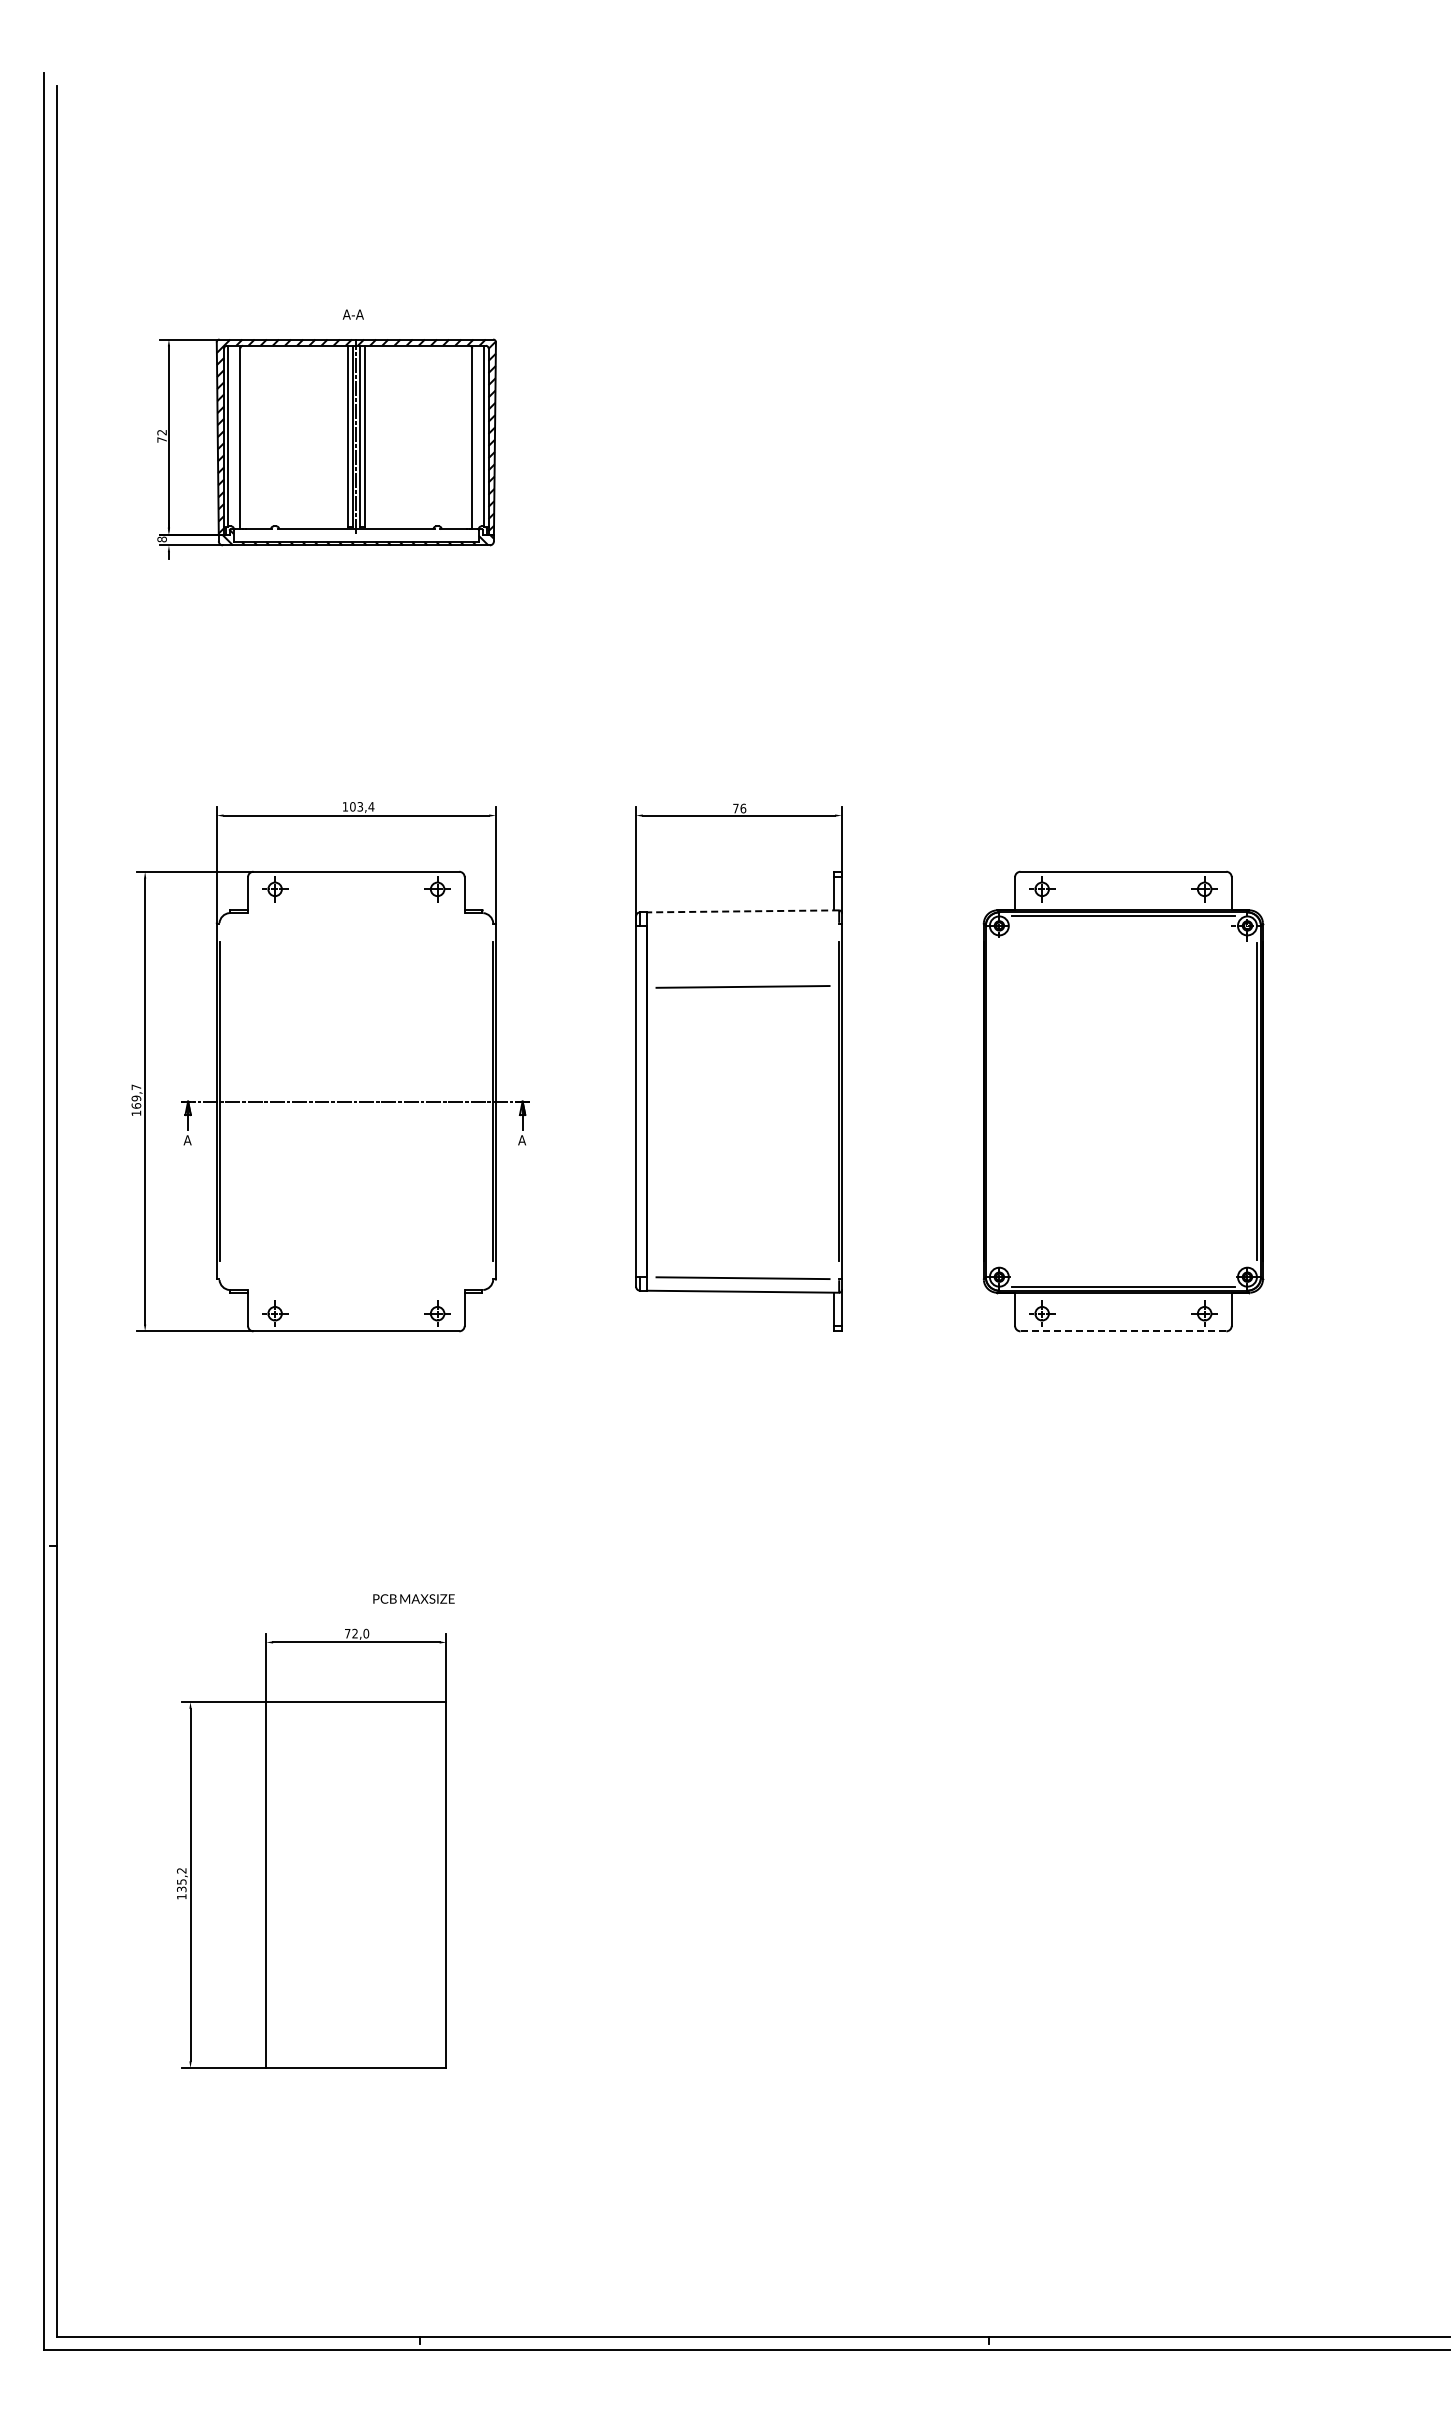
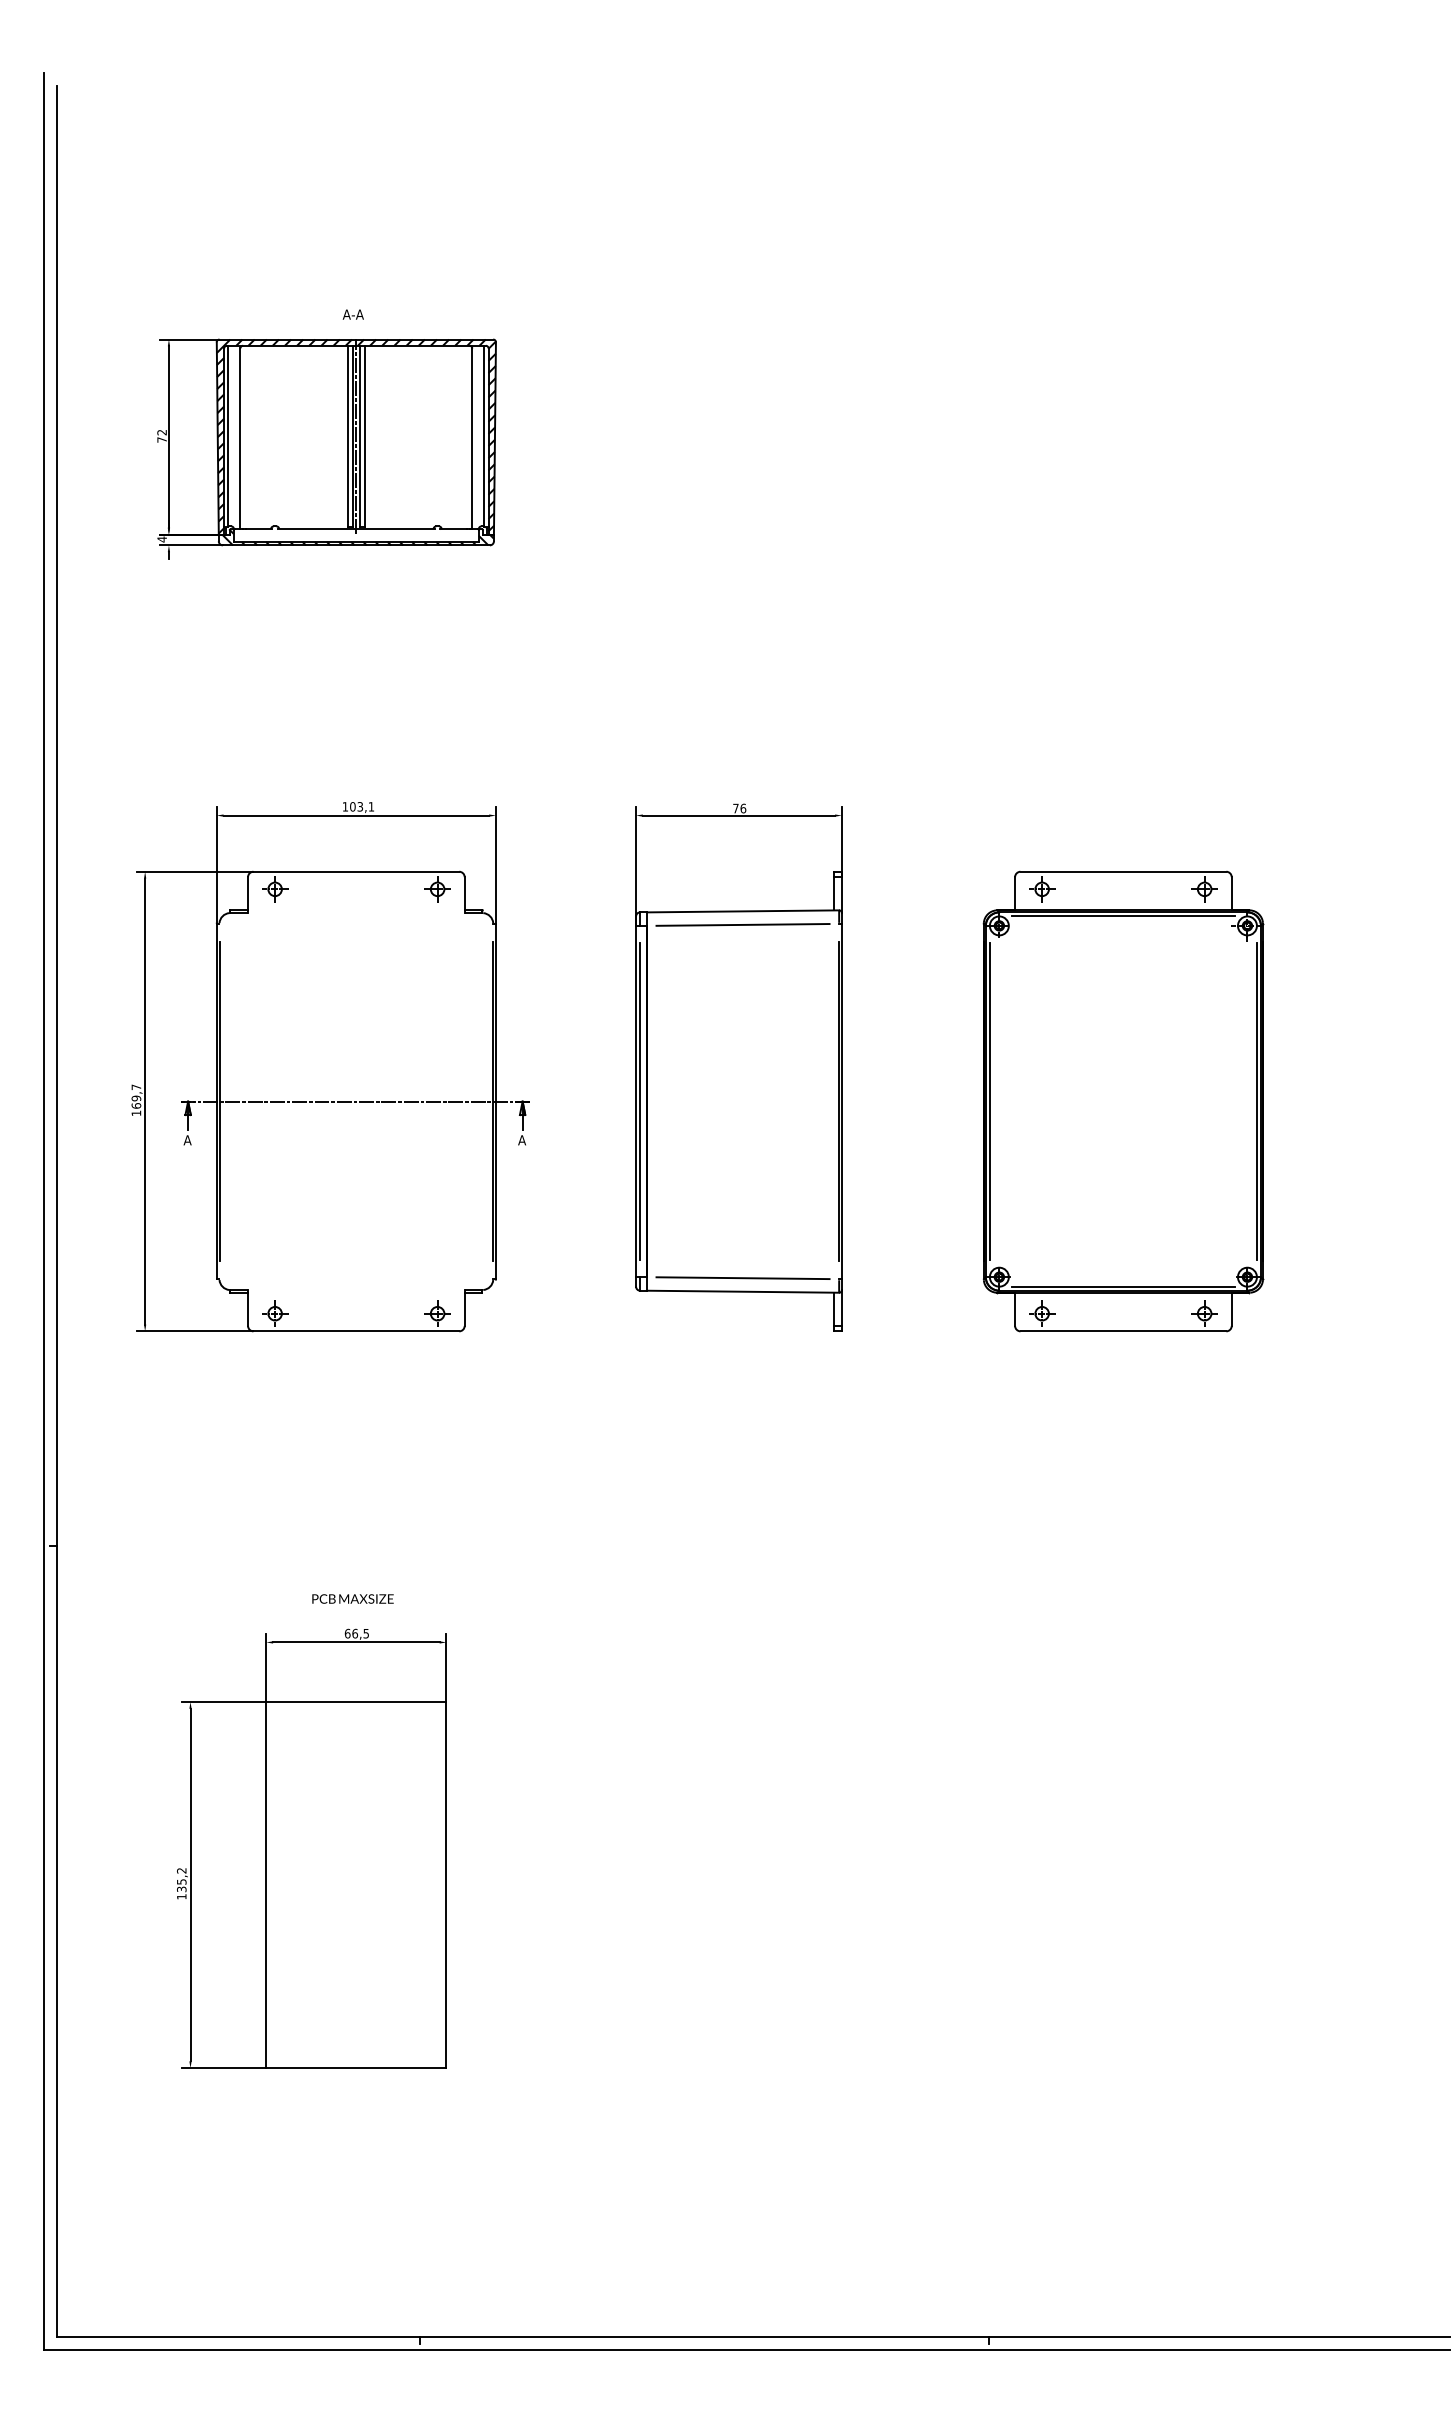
text at (161, 539): 8 -> 4
text at (371, 806): 103,4 -> 103,1
line at (742, 911): dashed -> solid
line at (742, 986) position: (742, 986) -> (742, 924)
line at (640, 1101): none -> present
line at (989, 1101): none -> present
line at (1123, 1331): dashed -> solid
text at (413, 1598) position: (413, 1598) -> (352, 1598)
text at (356, 1633): 72,0 -> 66,5
